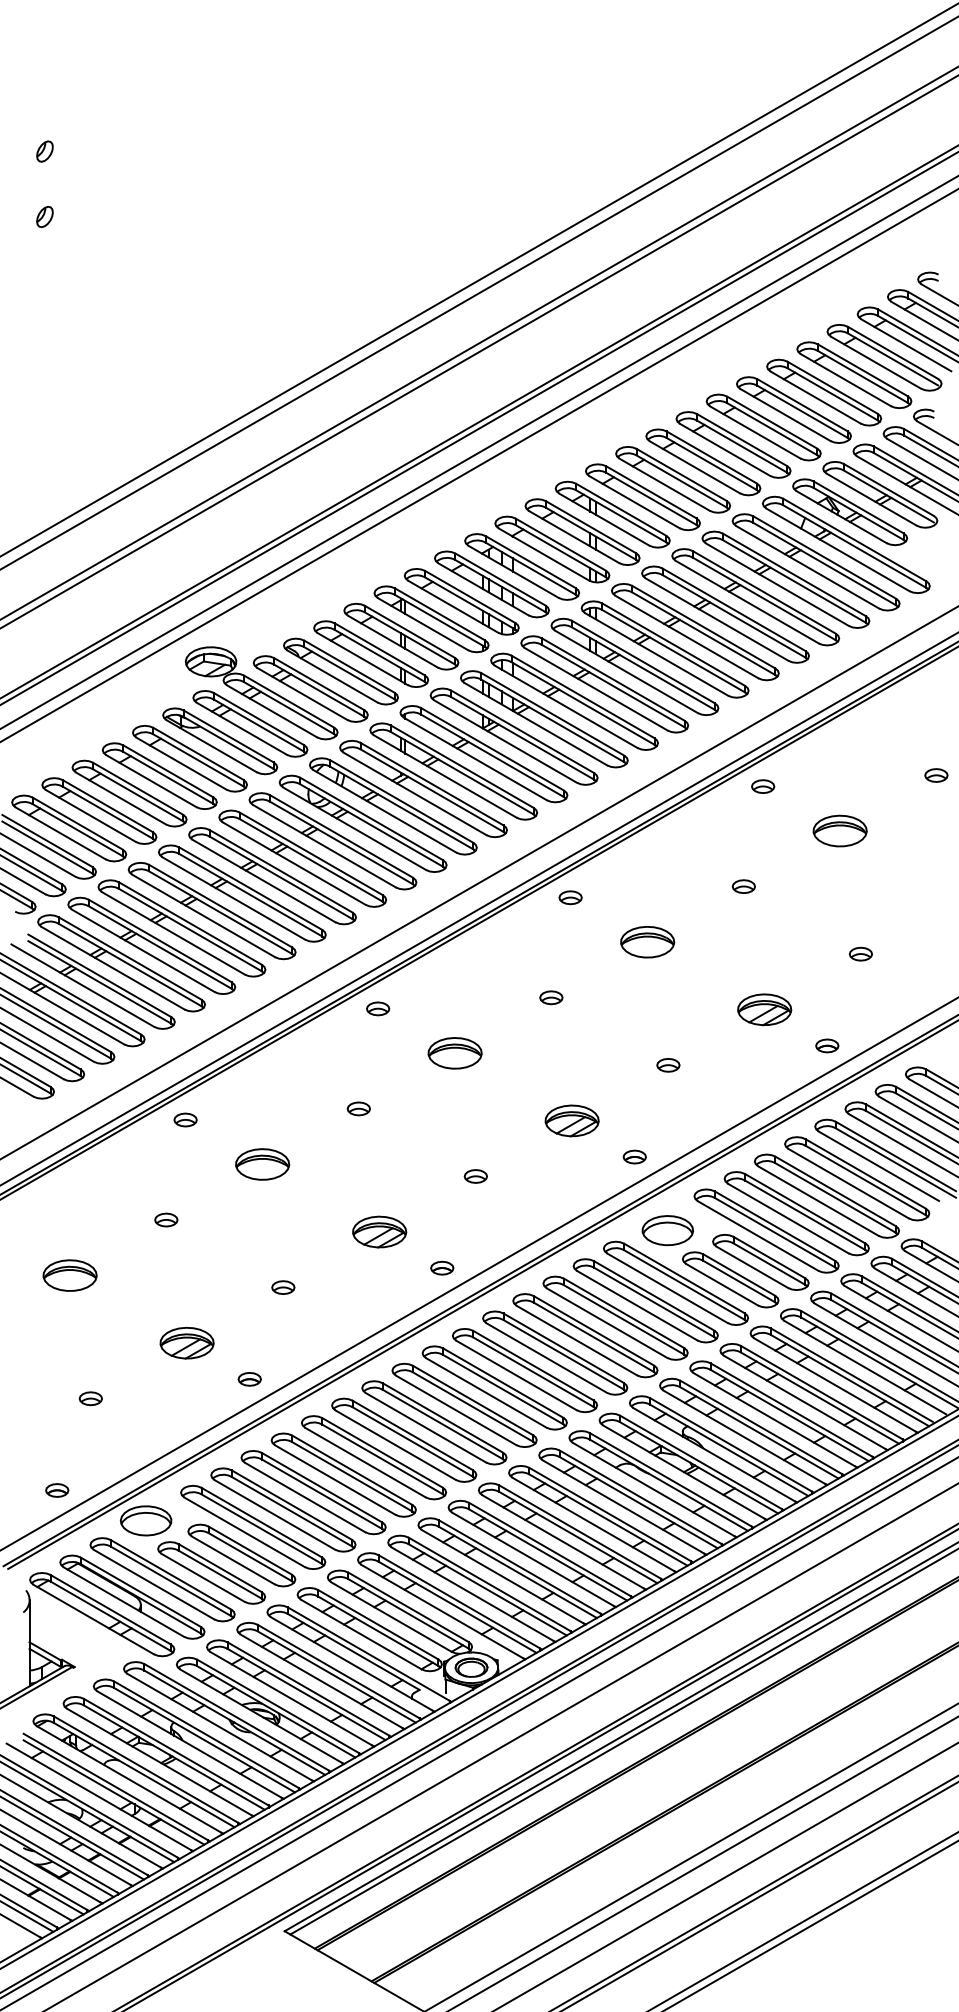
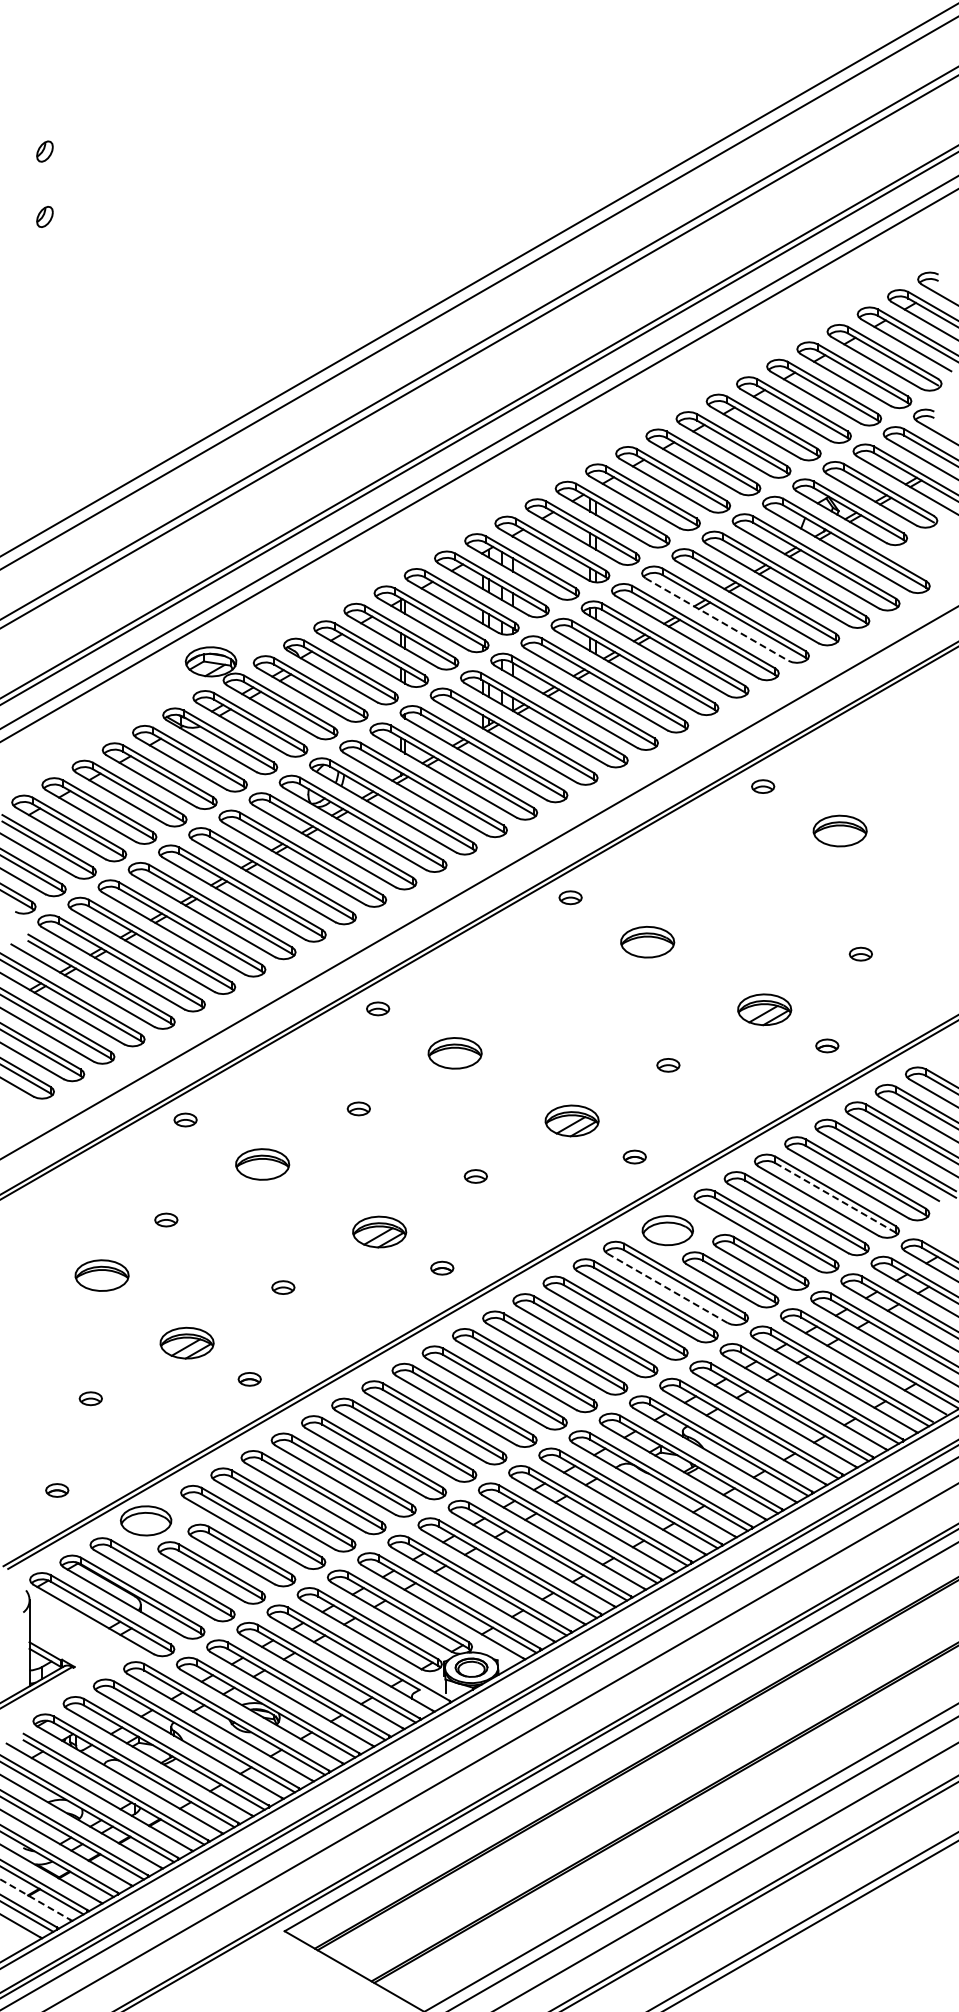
line at (717, 619): solid -> dashed
part at (936, 775): present -> none
part at (743, 886): present -> none
line at (478, 909): present -> none
part at (551, 997): present -> none
line at (835, 1198): solid -> dashed
line at (478, 1273): present -> none
part at (69, 1275) position: (69, 1275) -> (101, 1275)
line at (667, 1288): solid -> dashed
line at (622, 1742): present -> none
line at (35, 1899): solid -> dashed
